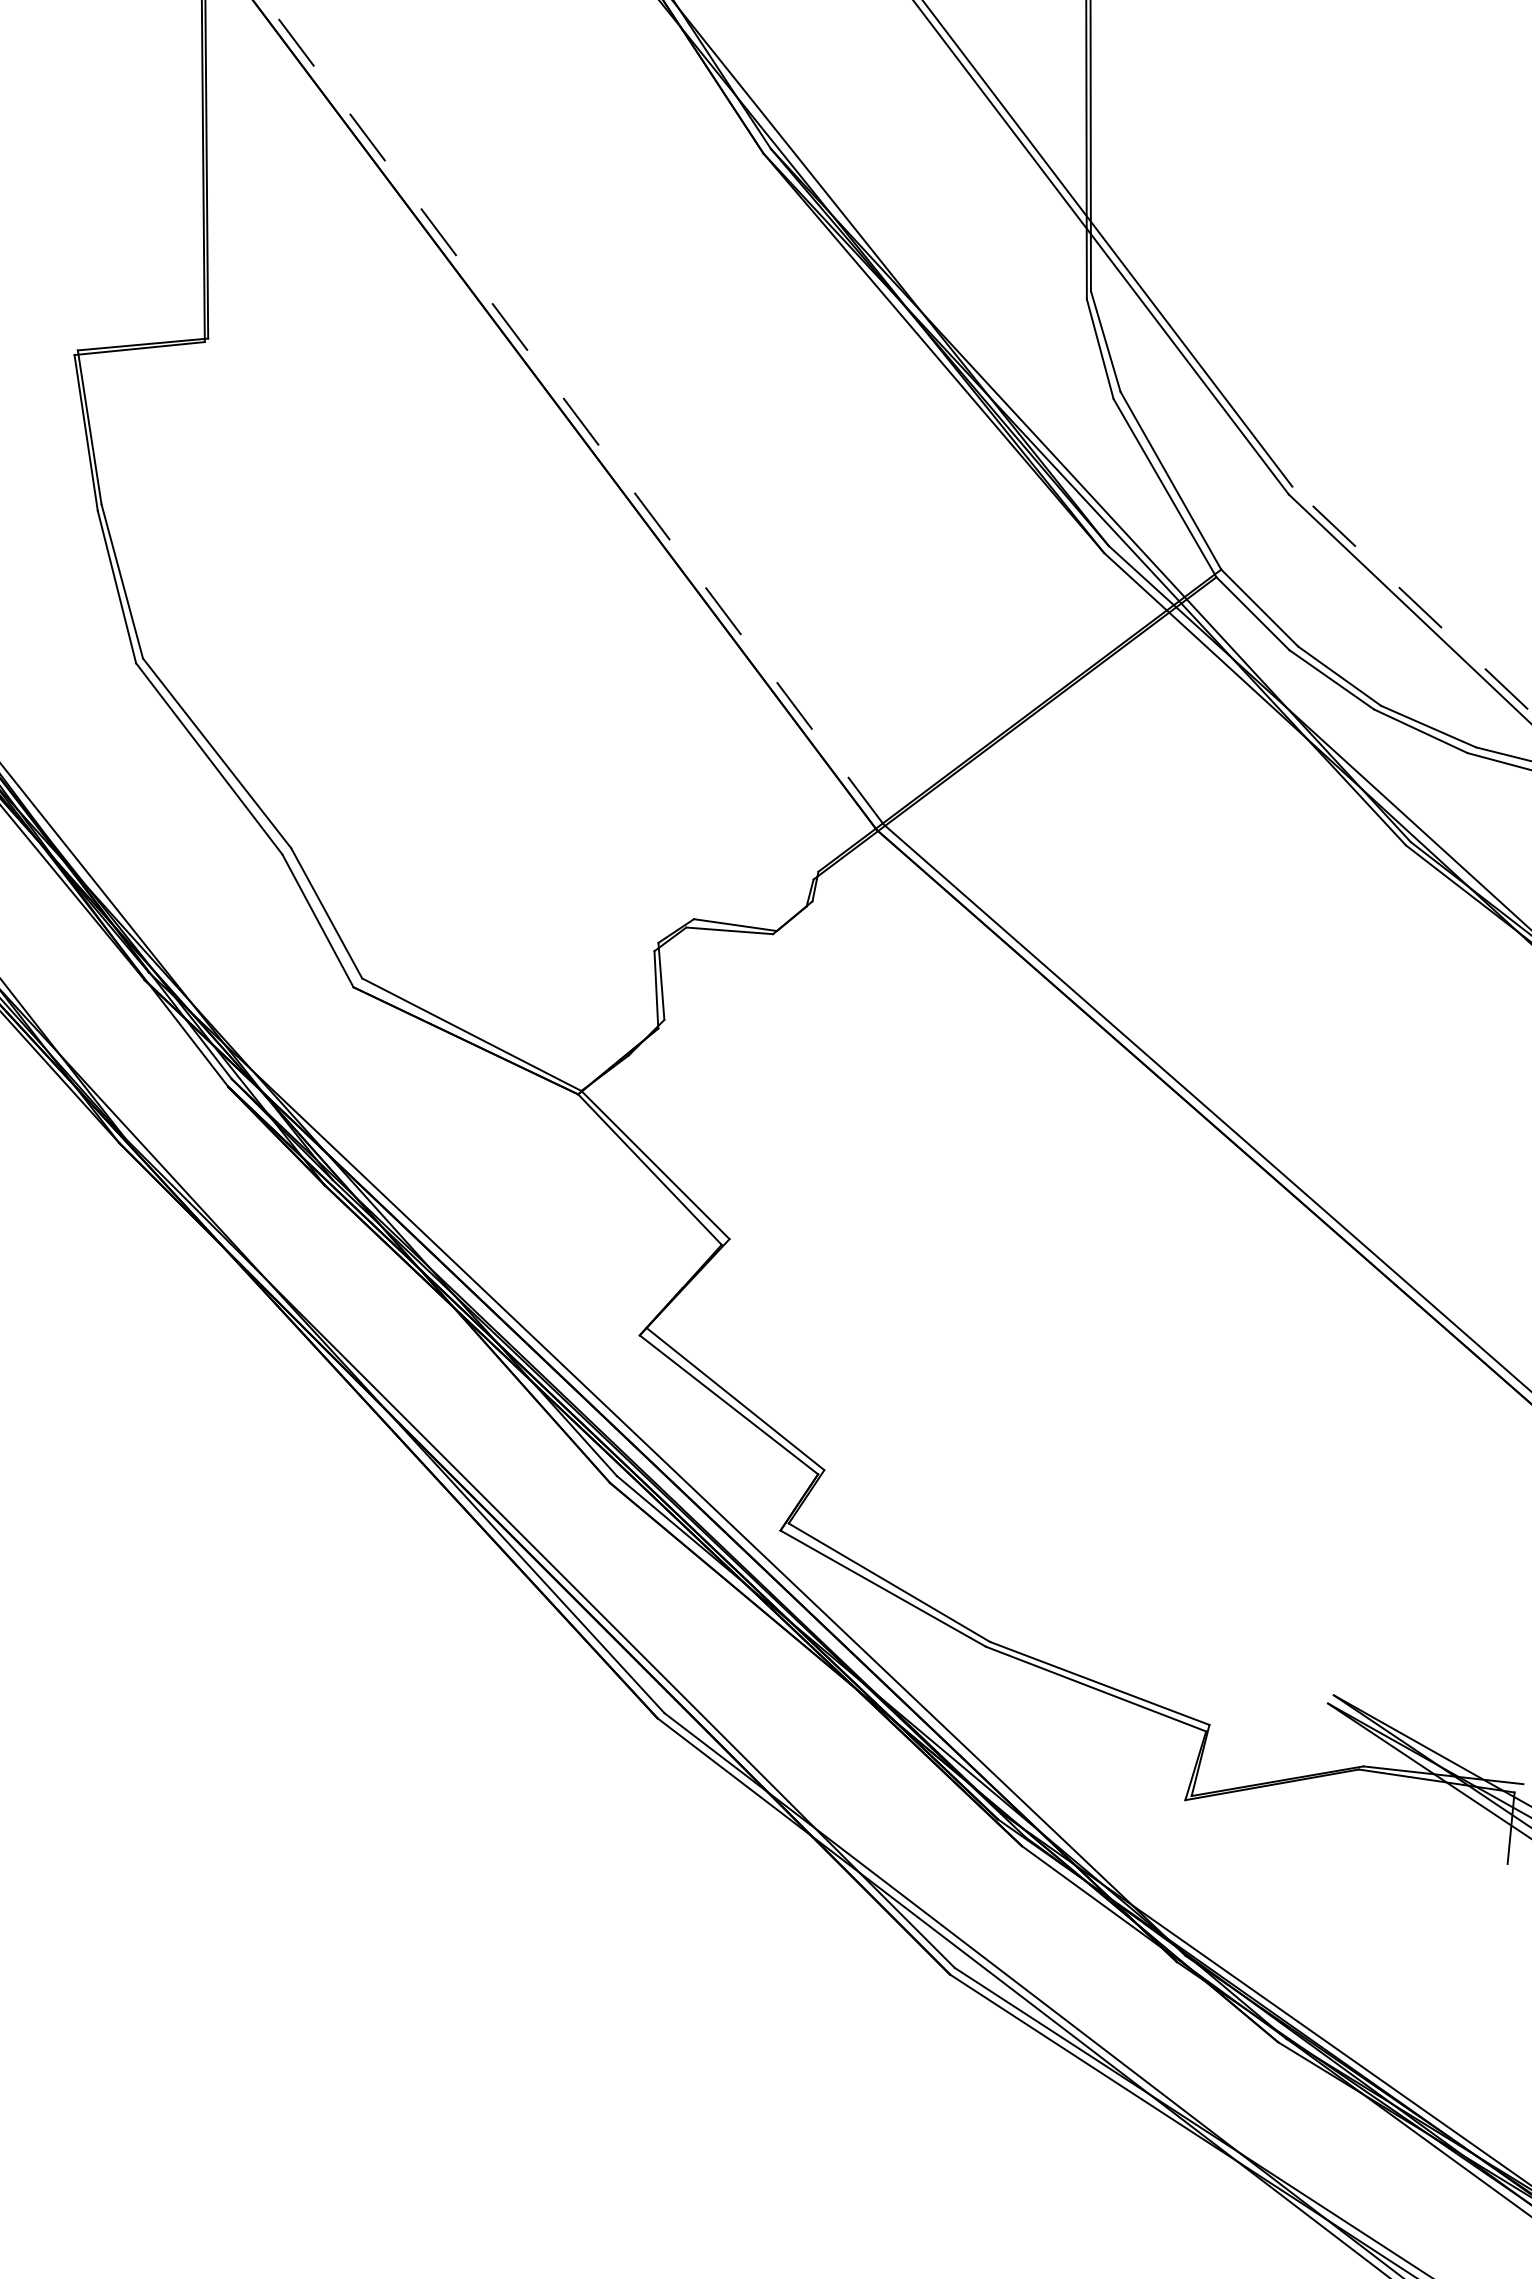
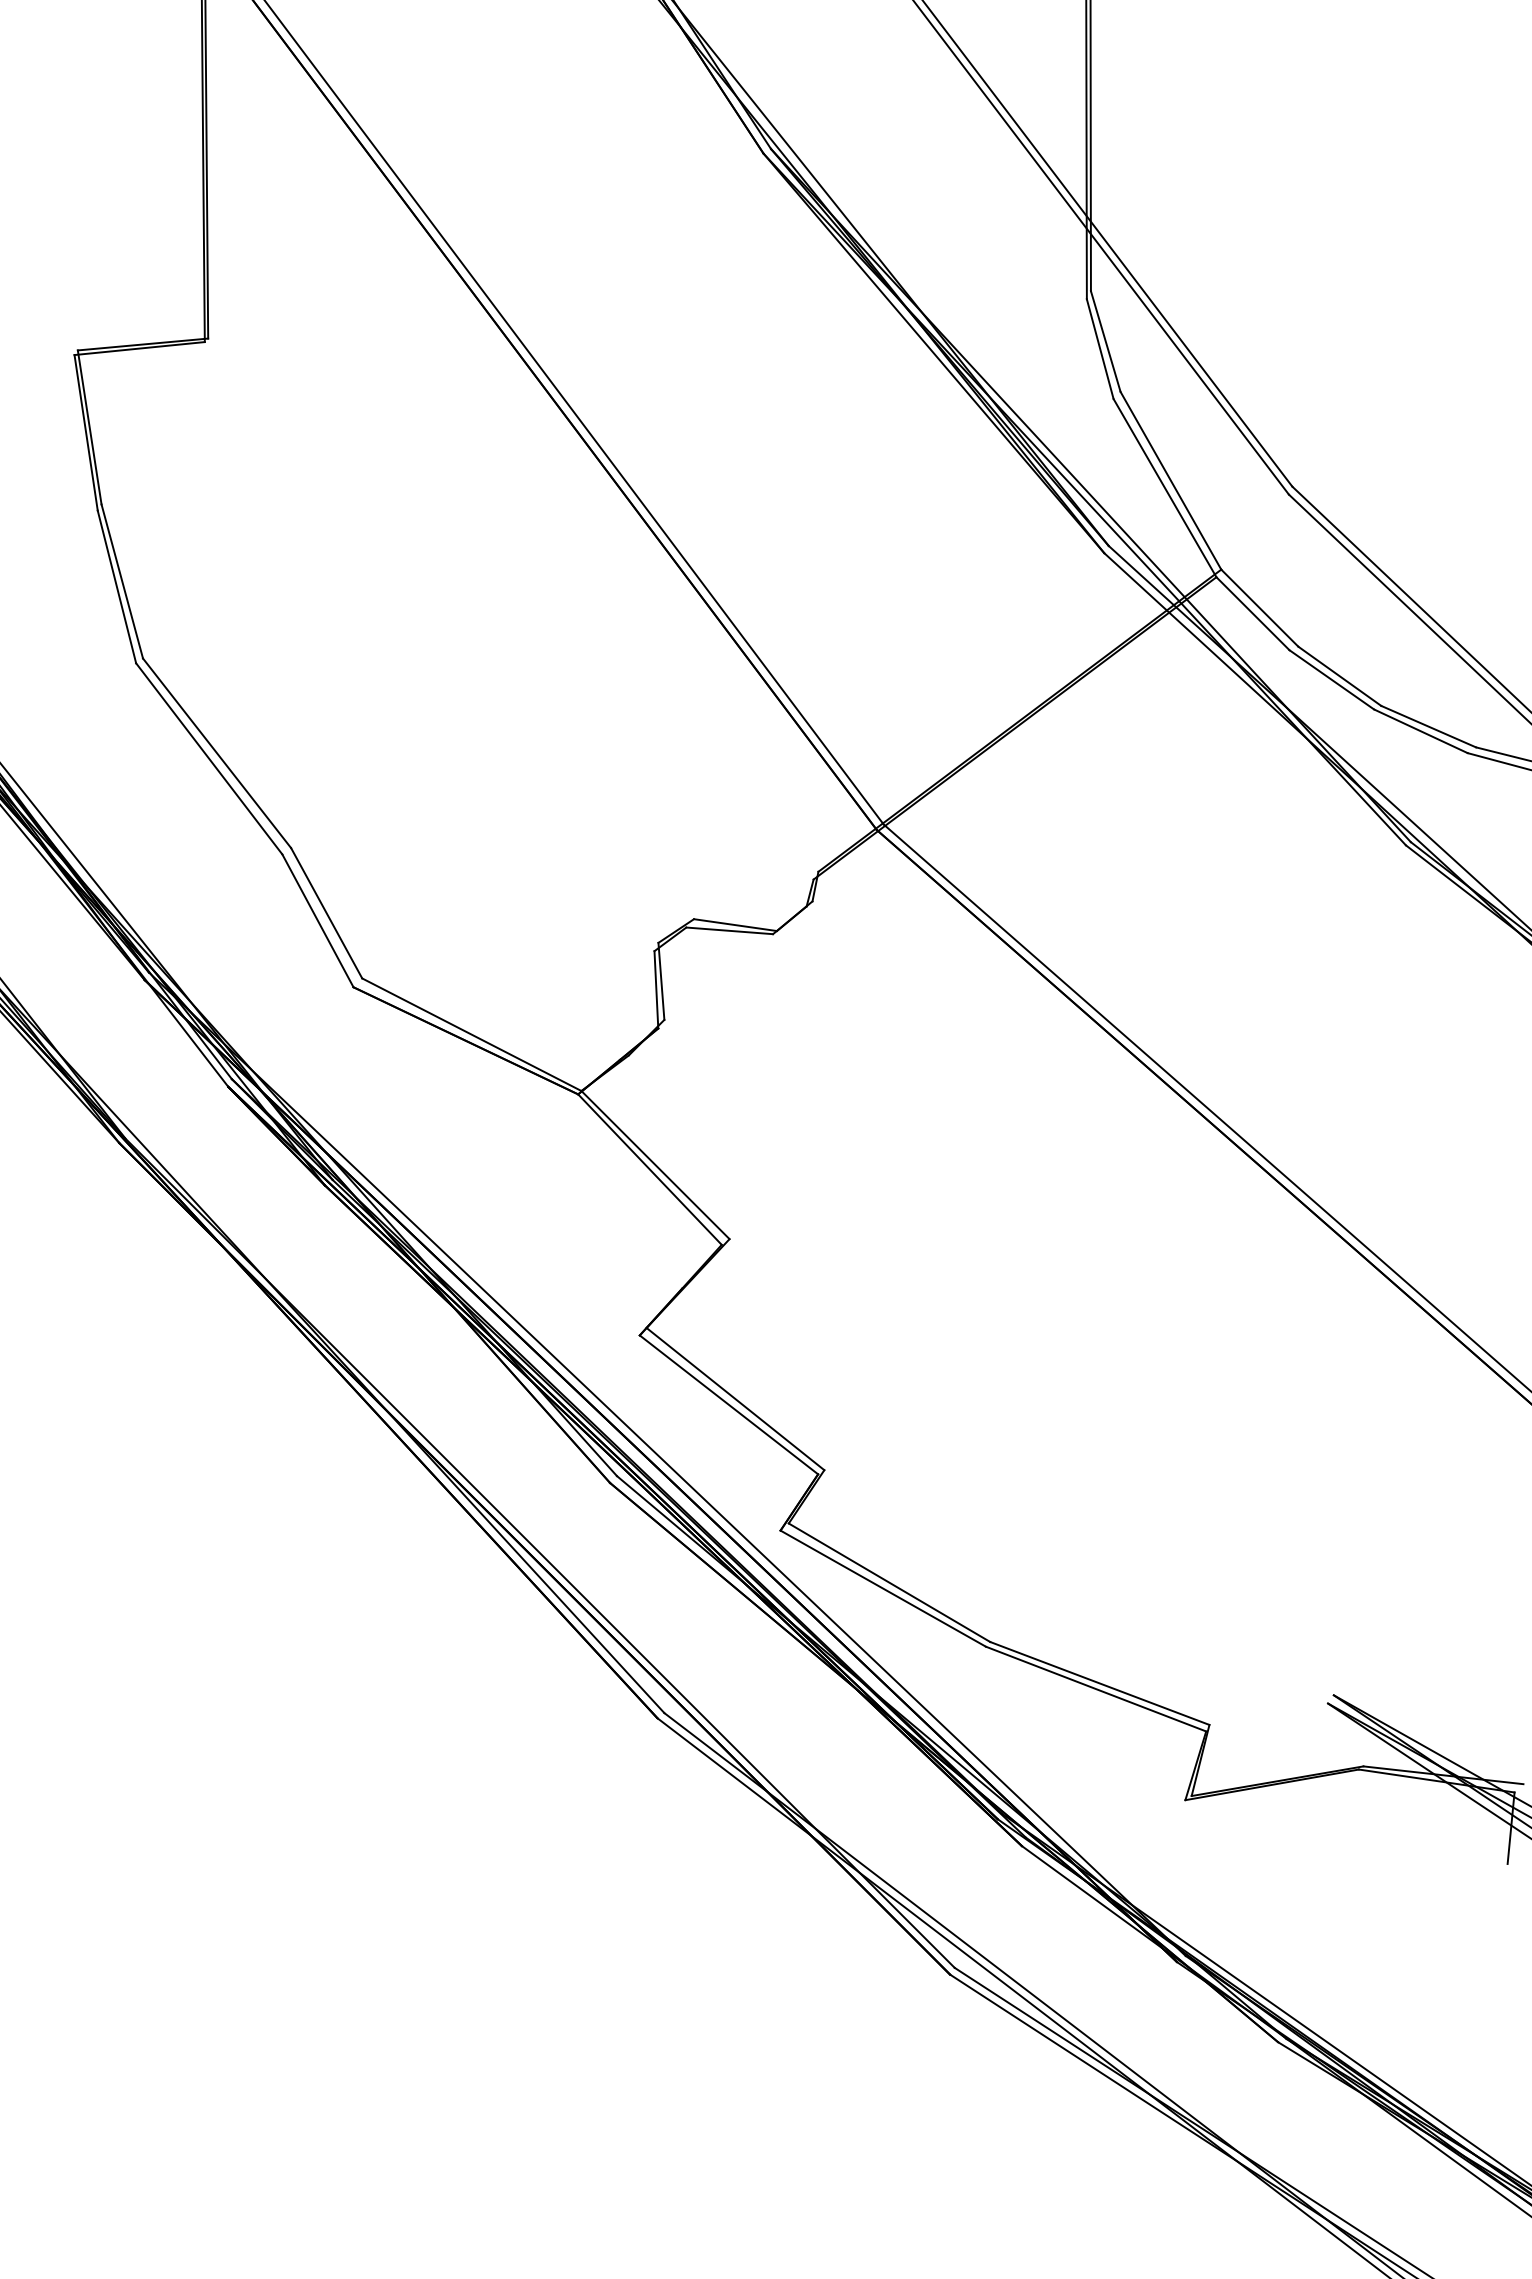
line at (573, 411): dashed -> solid
line at (1411, 599): dashed -> solid
